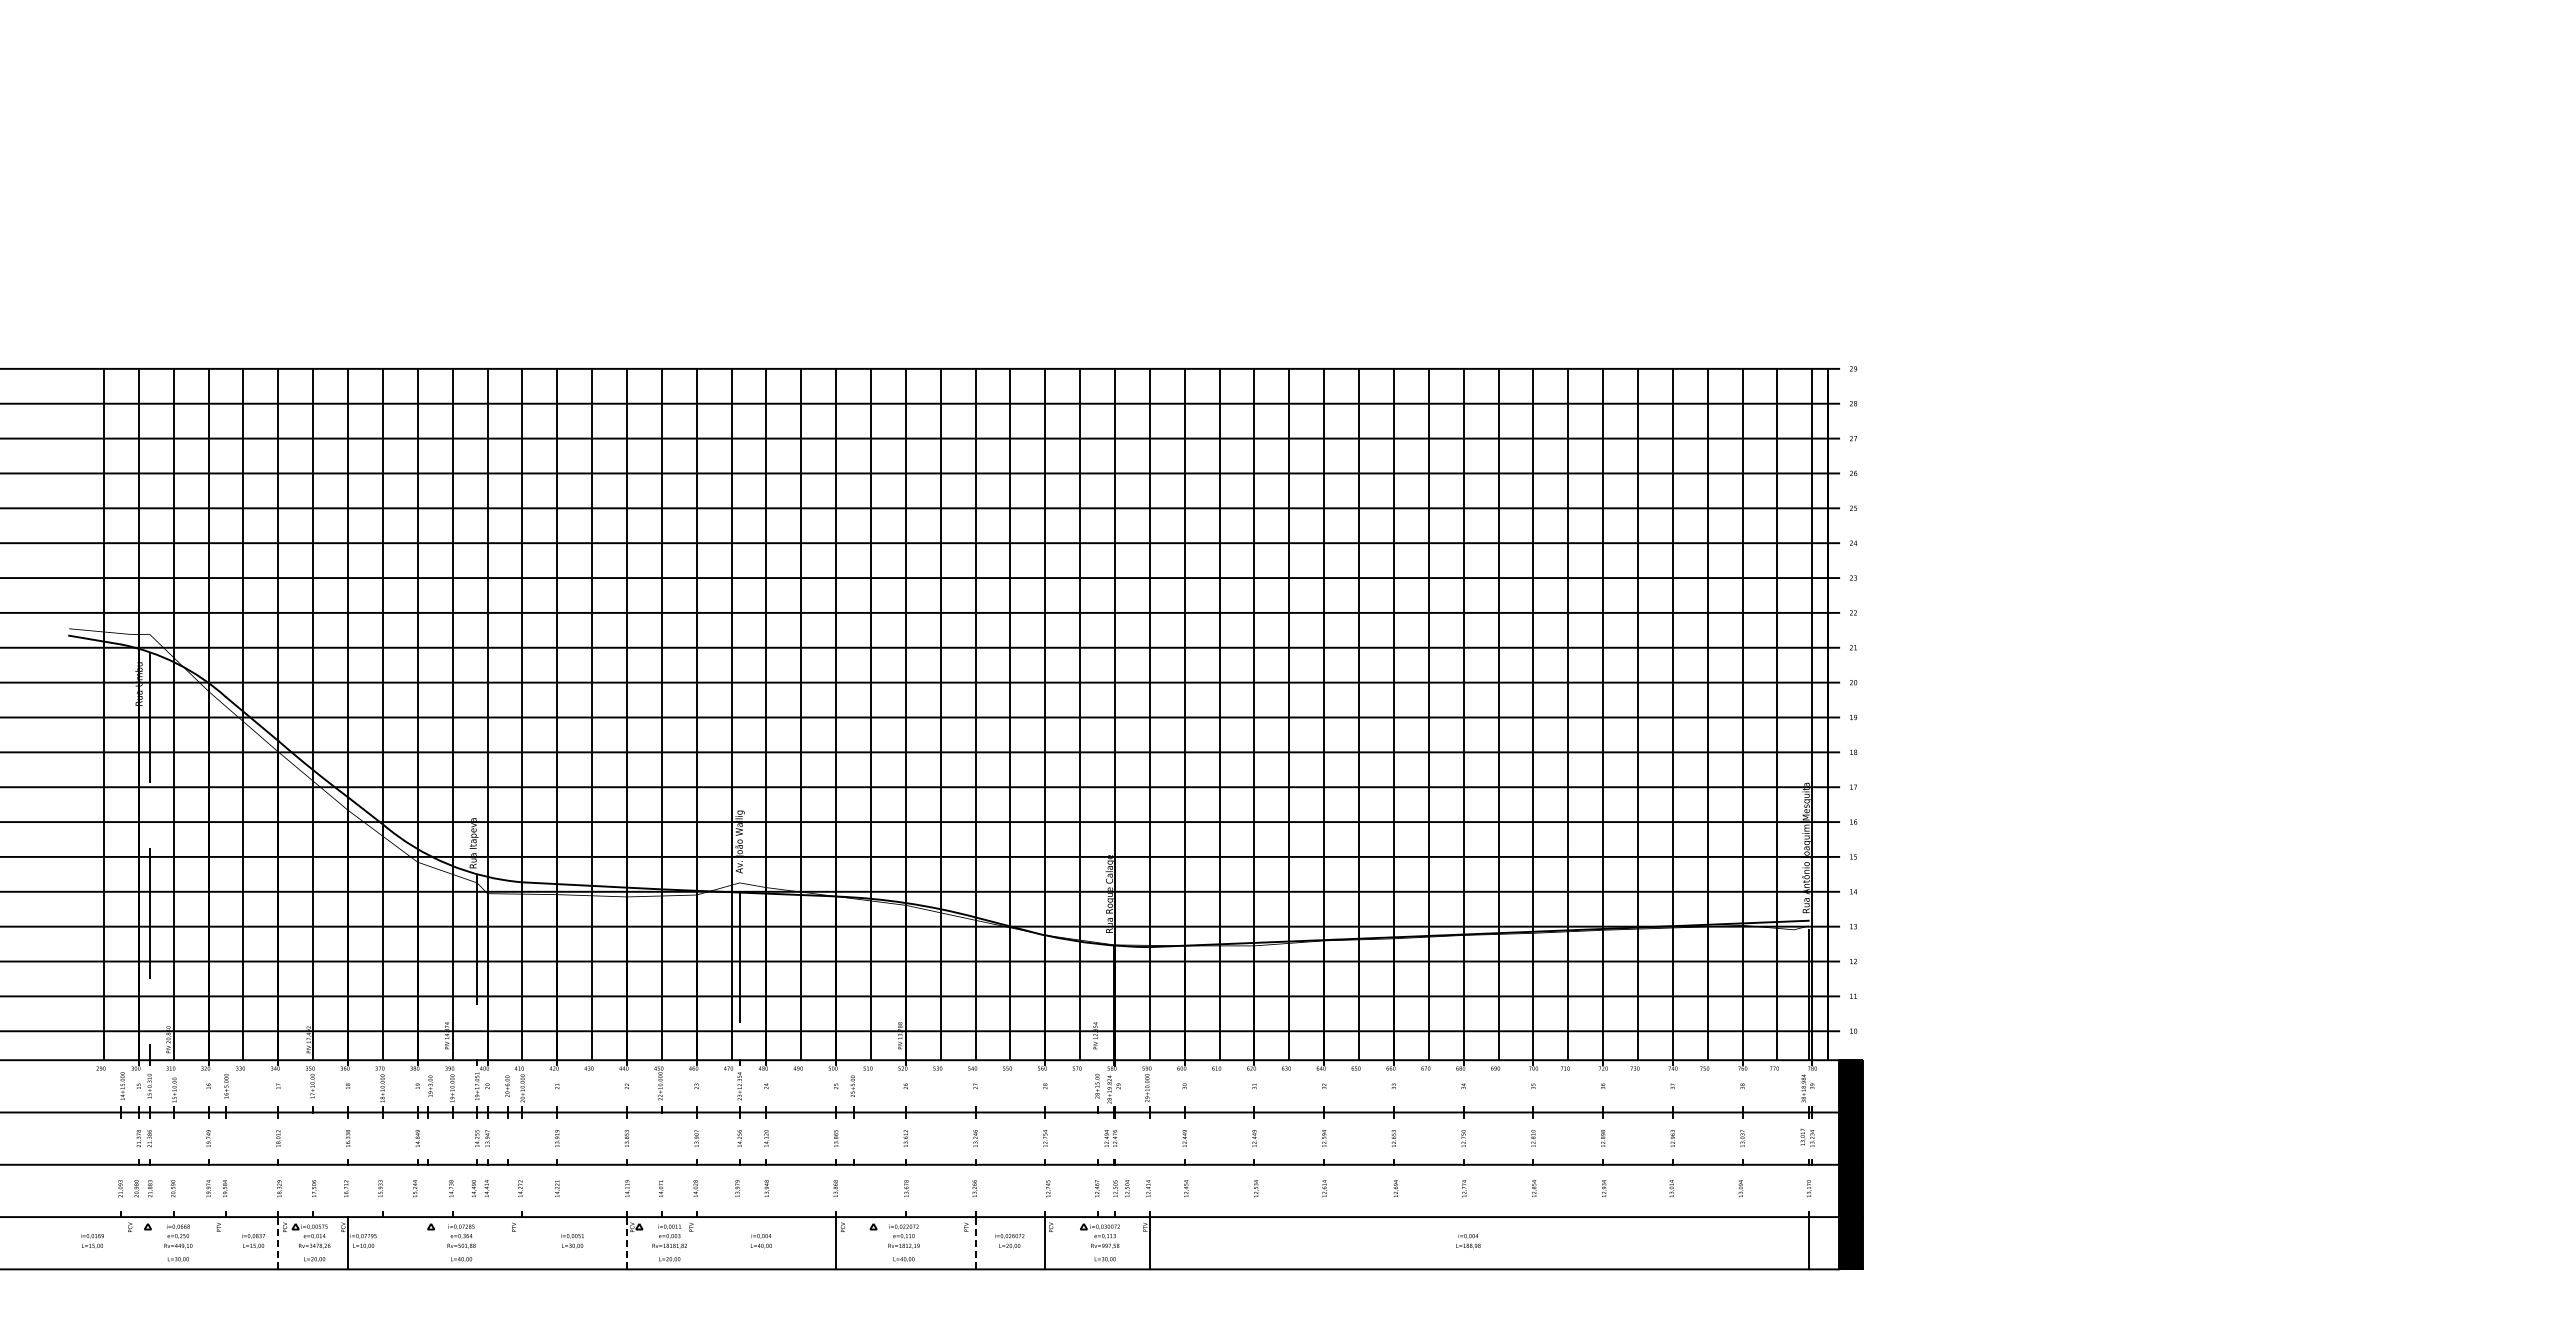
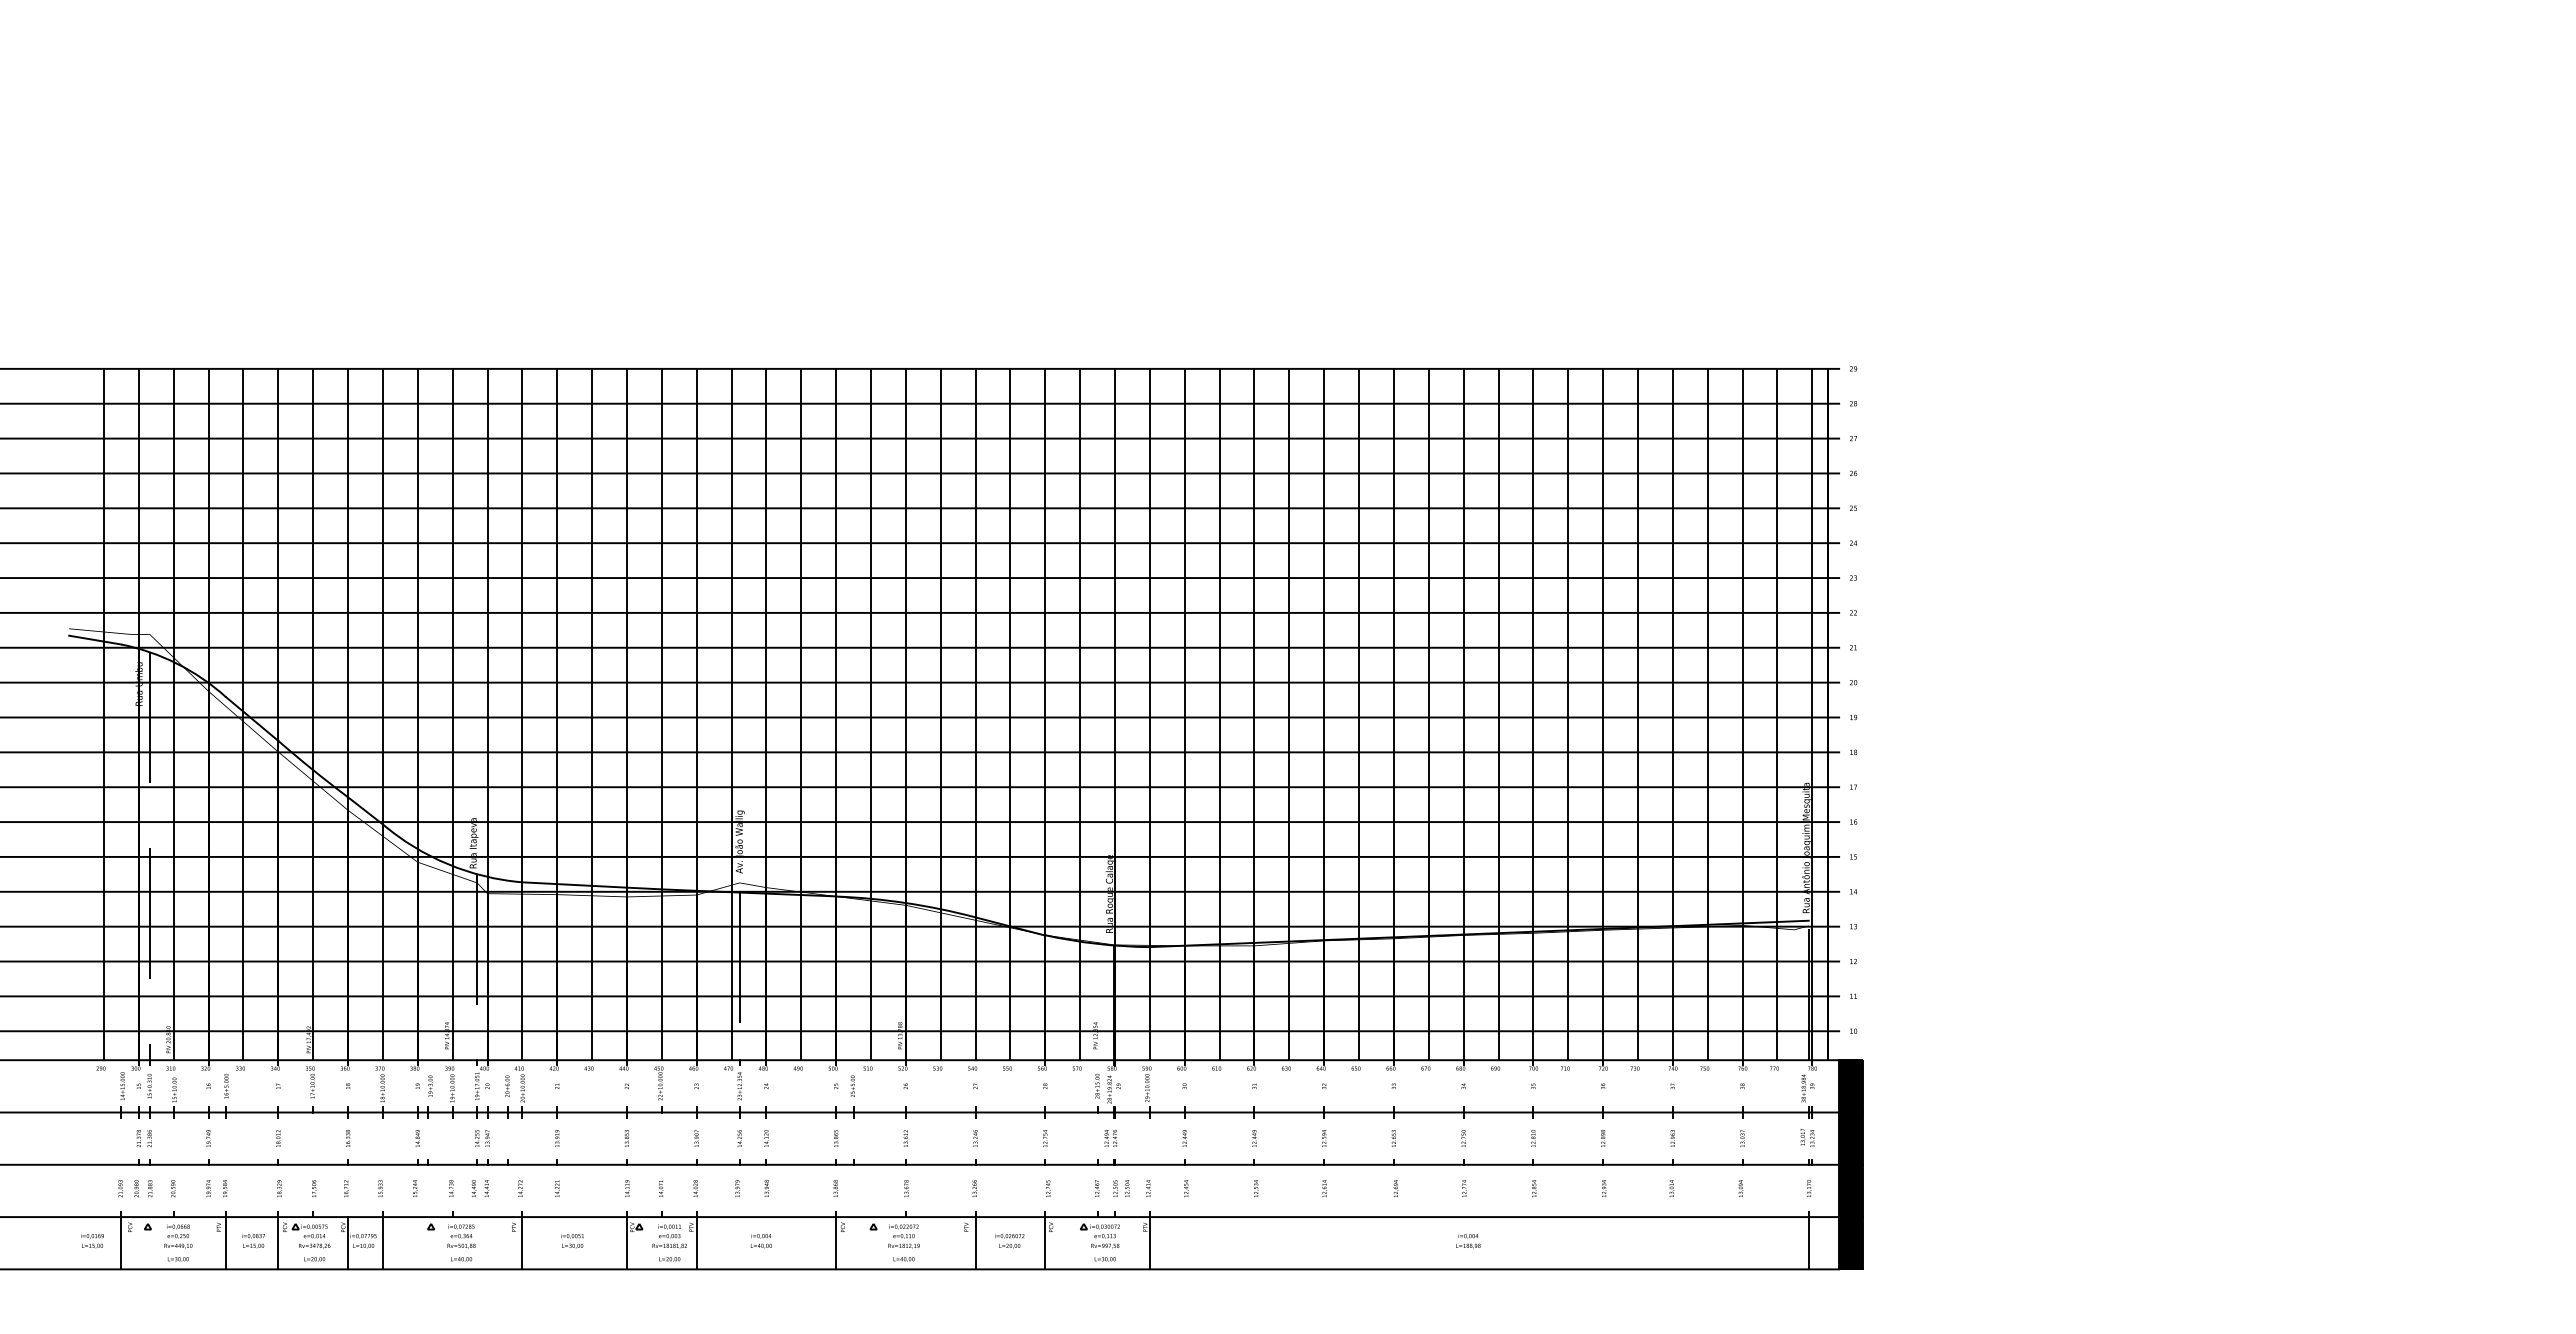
line at (278, 1242): dashed -> solid
line at (626, 1242): dashed -> solid
line at (975, 1242): dashed -> solid
line at (121, 1243): none -> present
line at (226, 1243): none -> present
line at (382, 1243): none -> present
line at (522, 1243): none -> present
line at (696, 1243): none -> present
